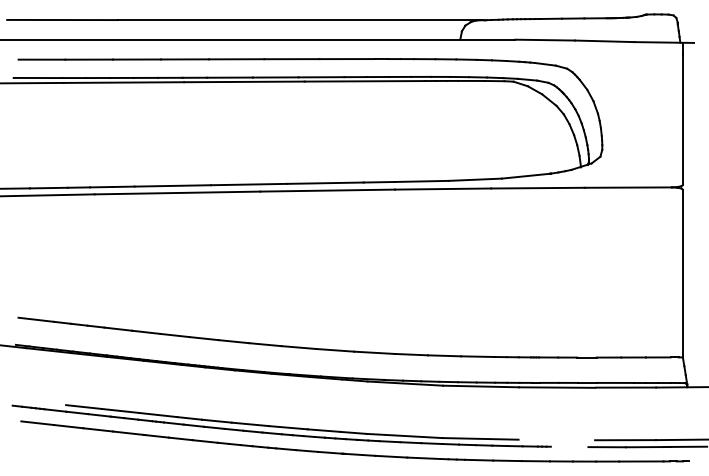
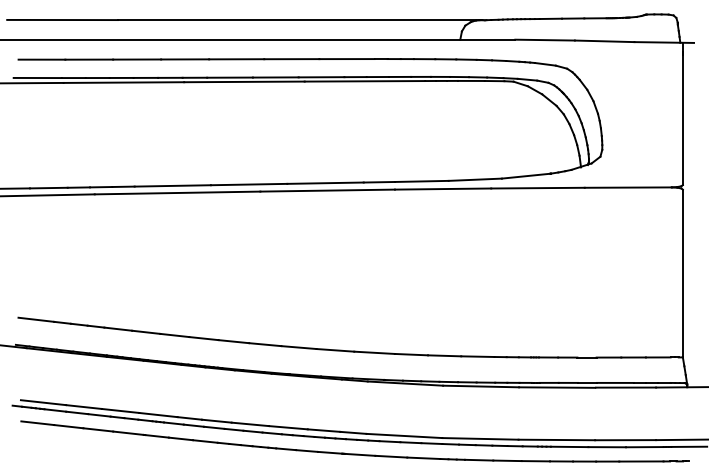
line at (43, 402): none -> present
line at (556, 439): none -> present
line at (569, 446): none -> present
